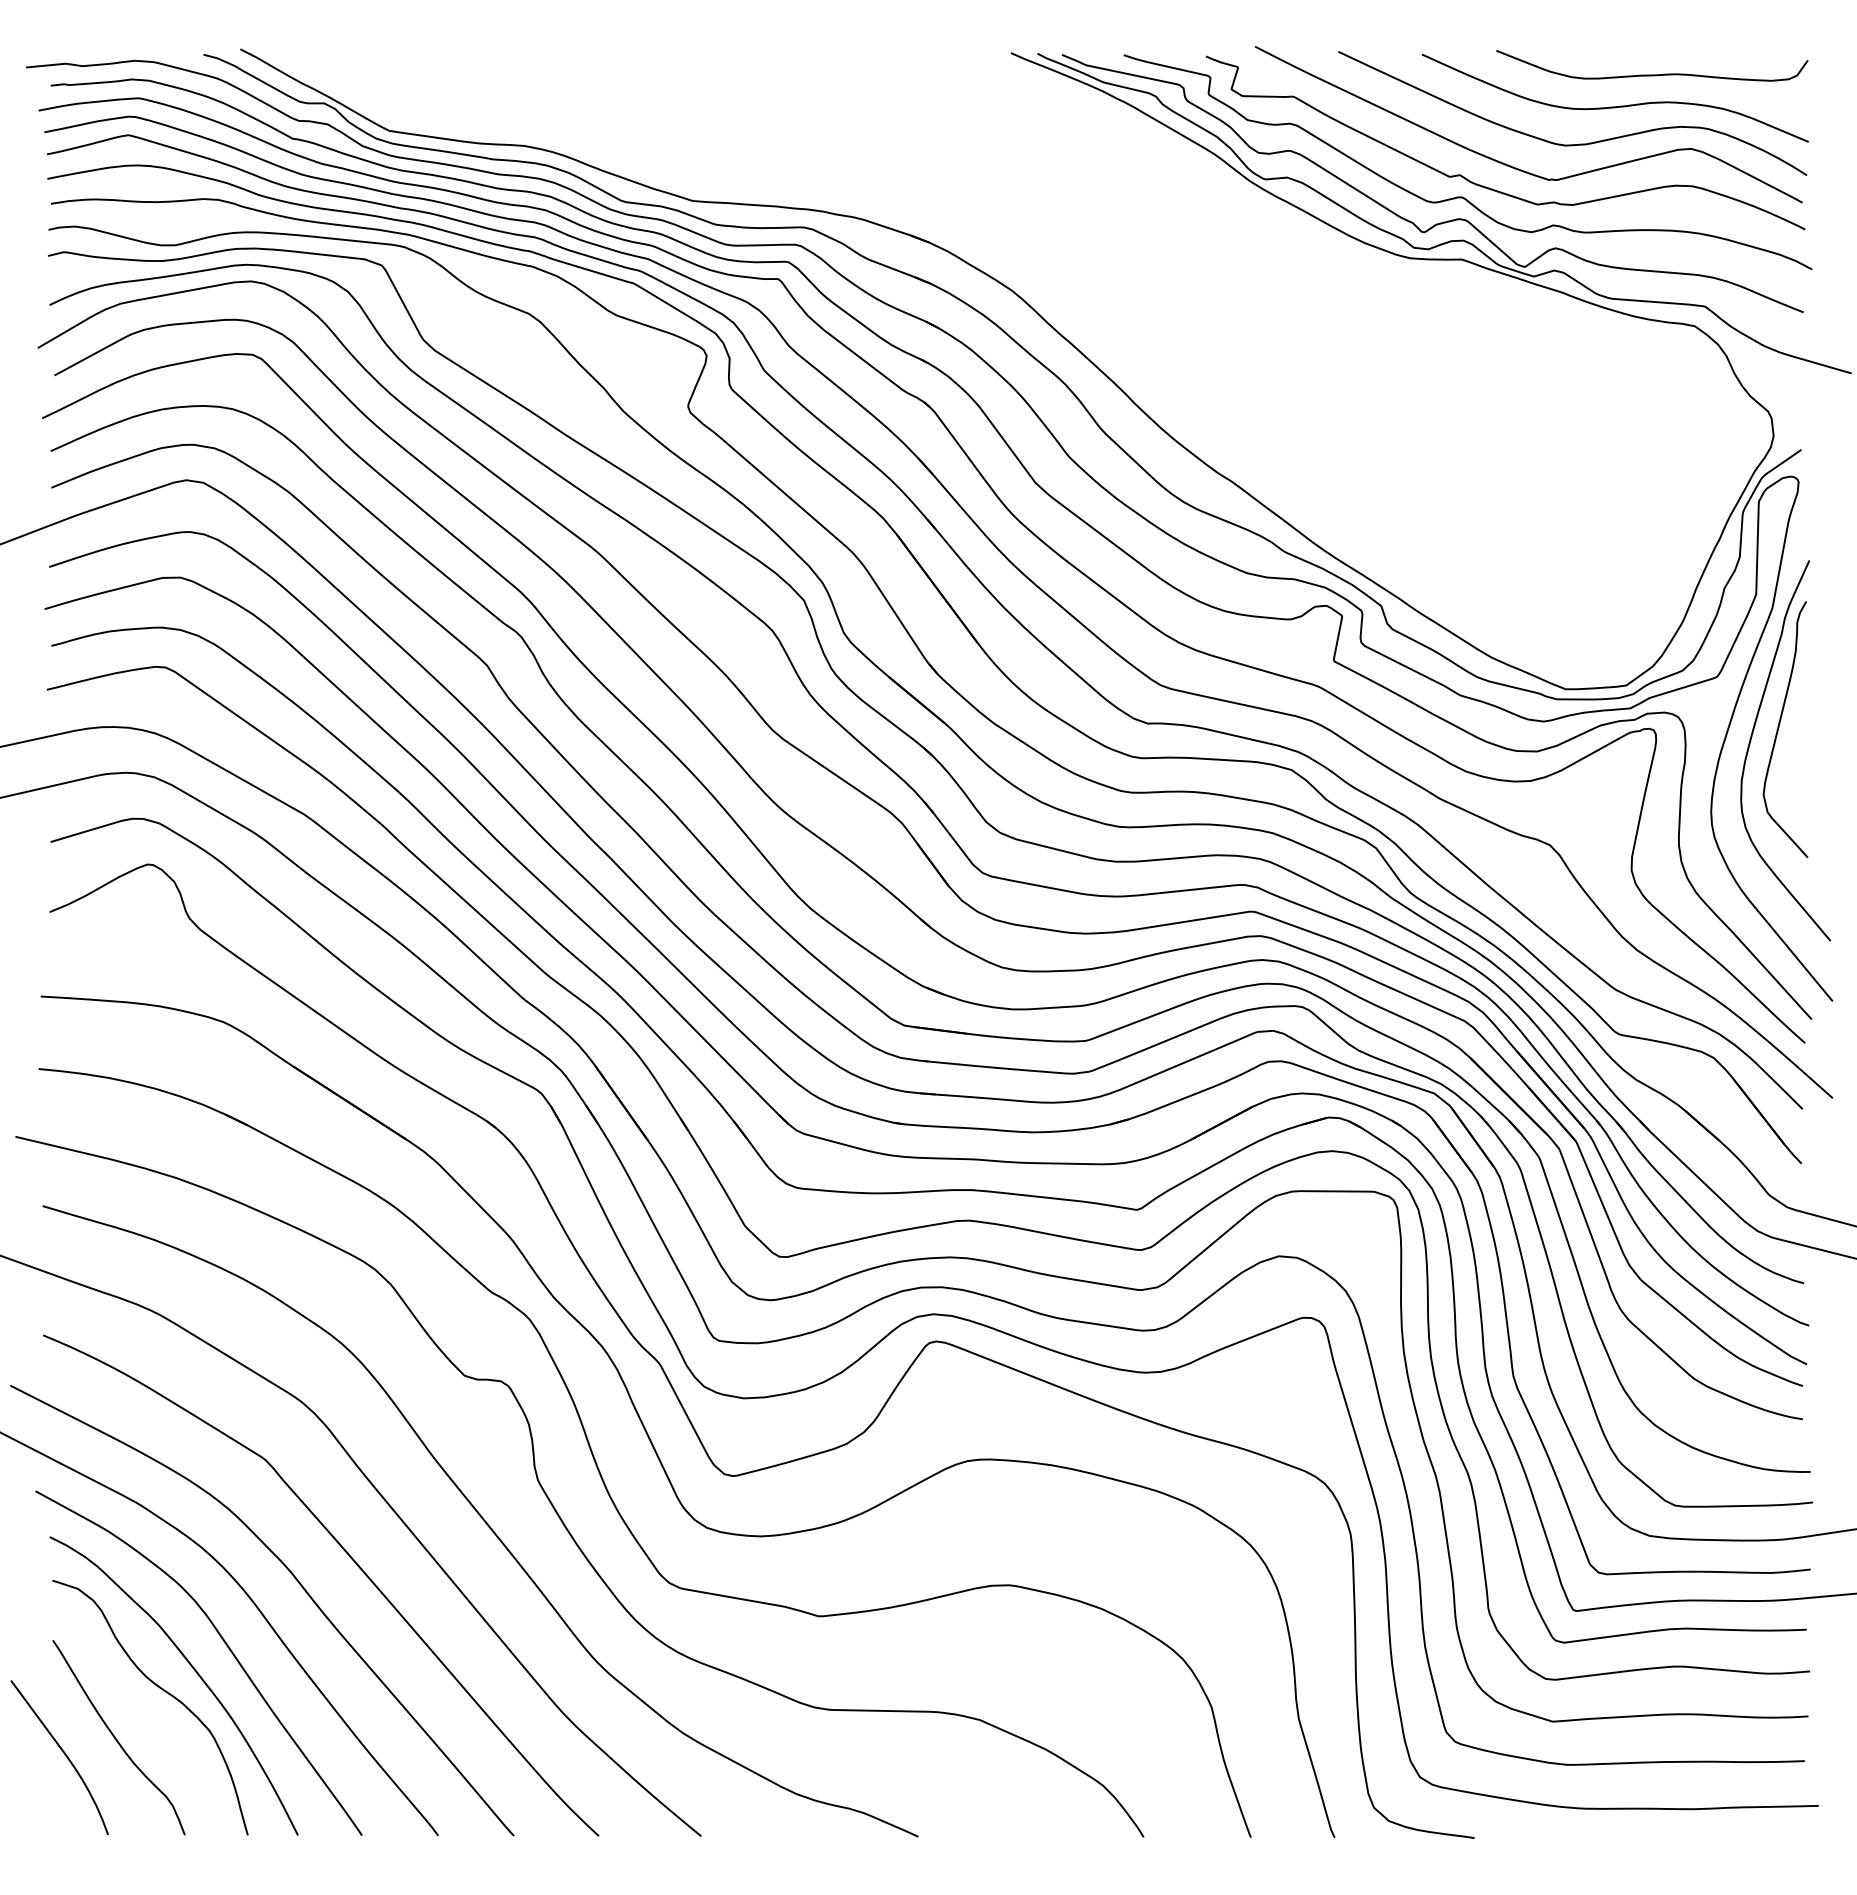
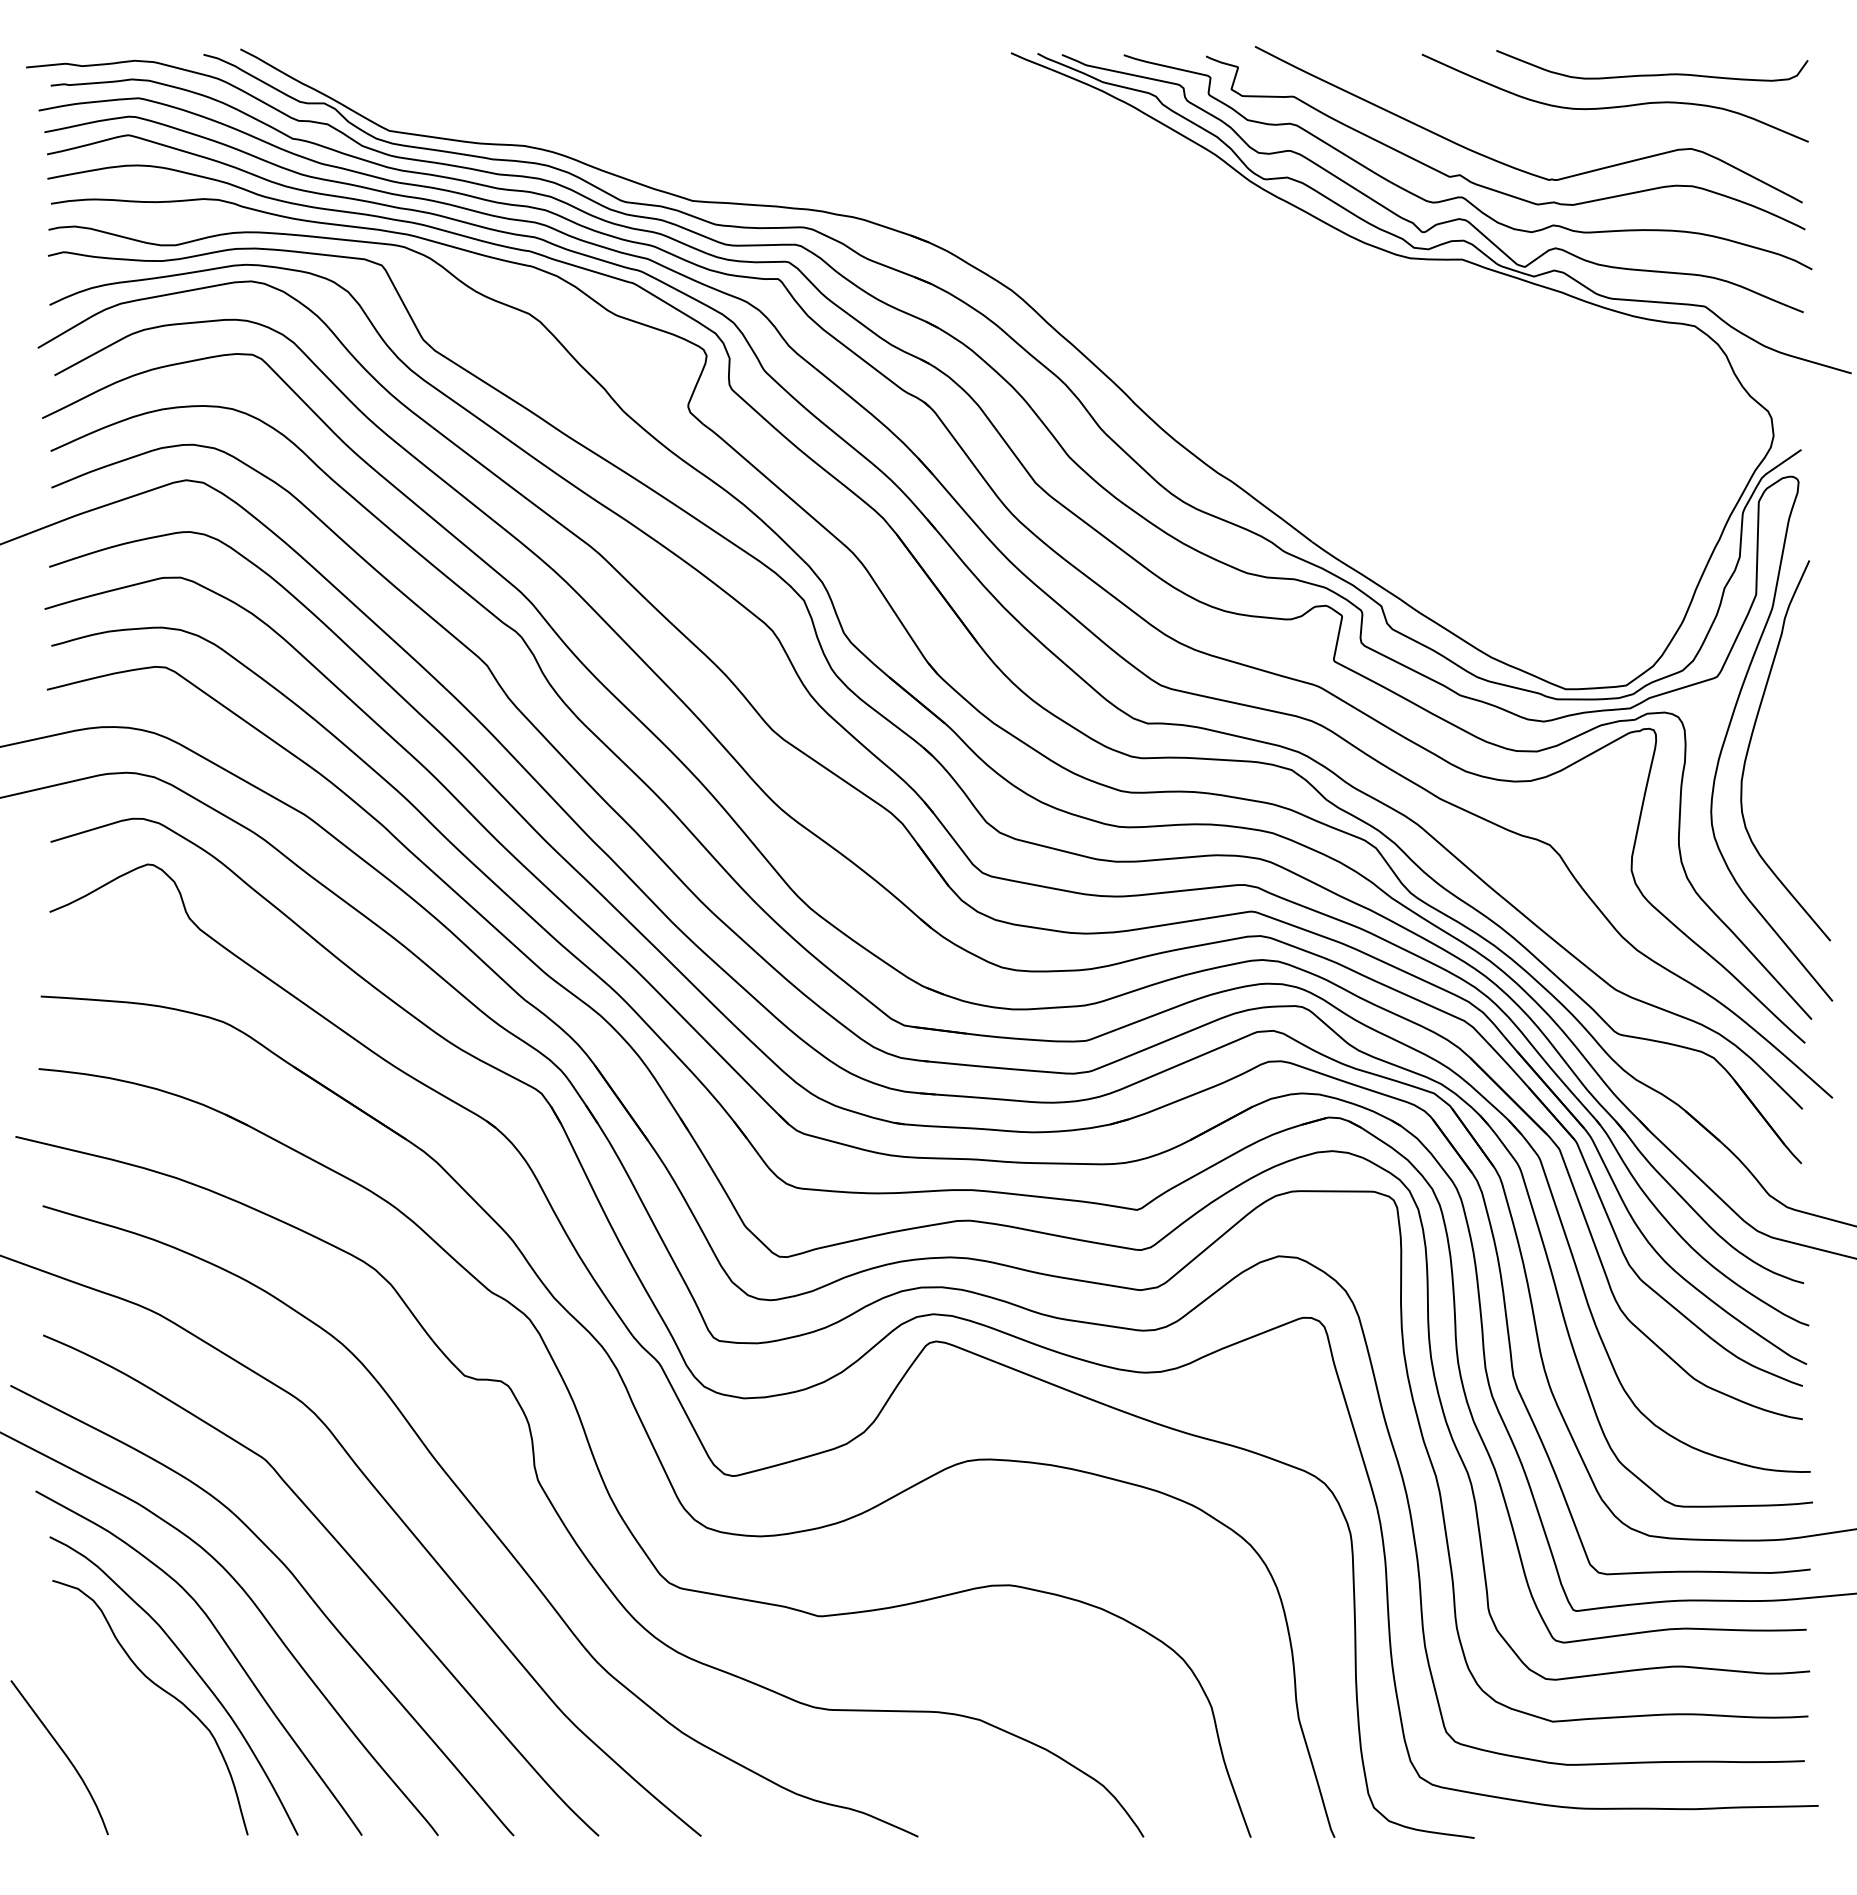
curve at (1579, 143): present -> none
curve at (1779, 728): present -> none
curve at (116, 1738): present -> none
